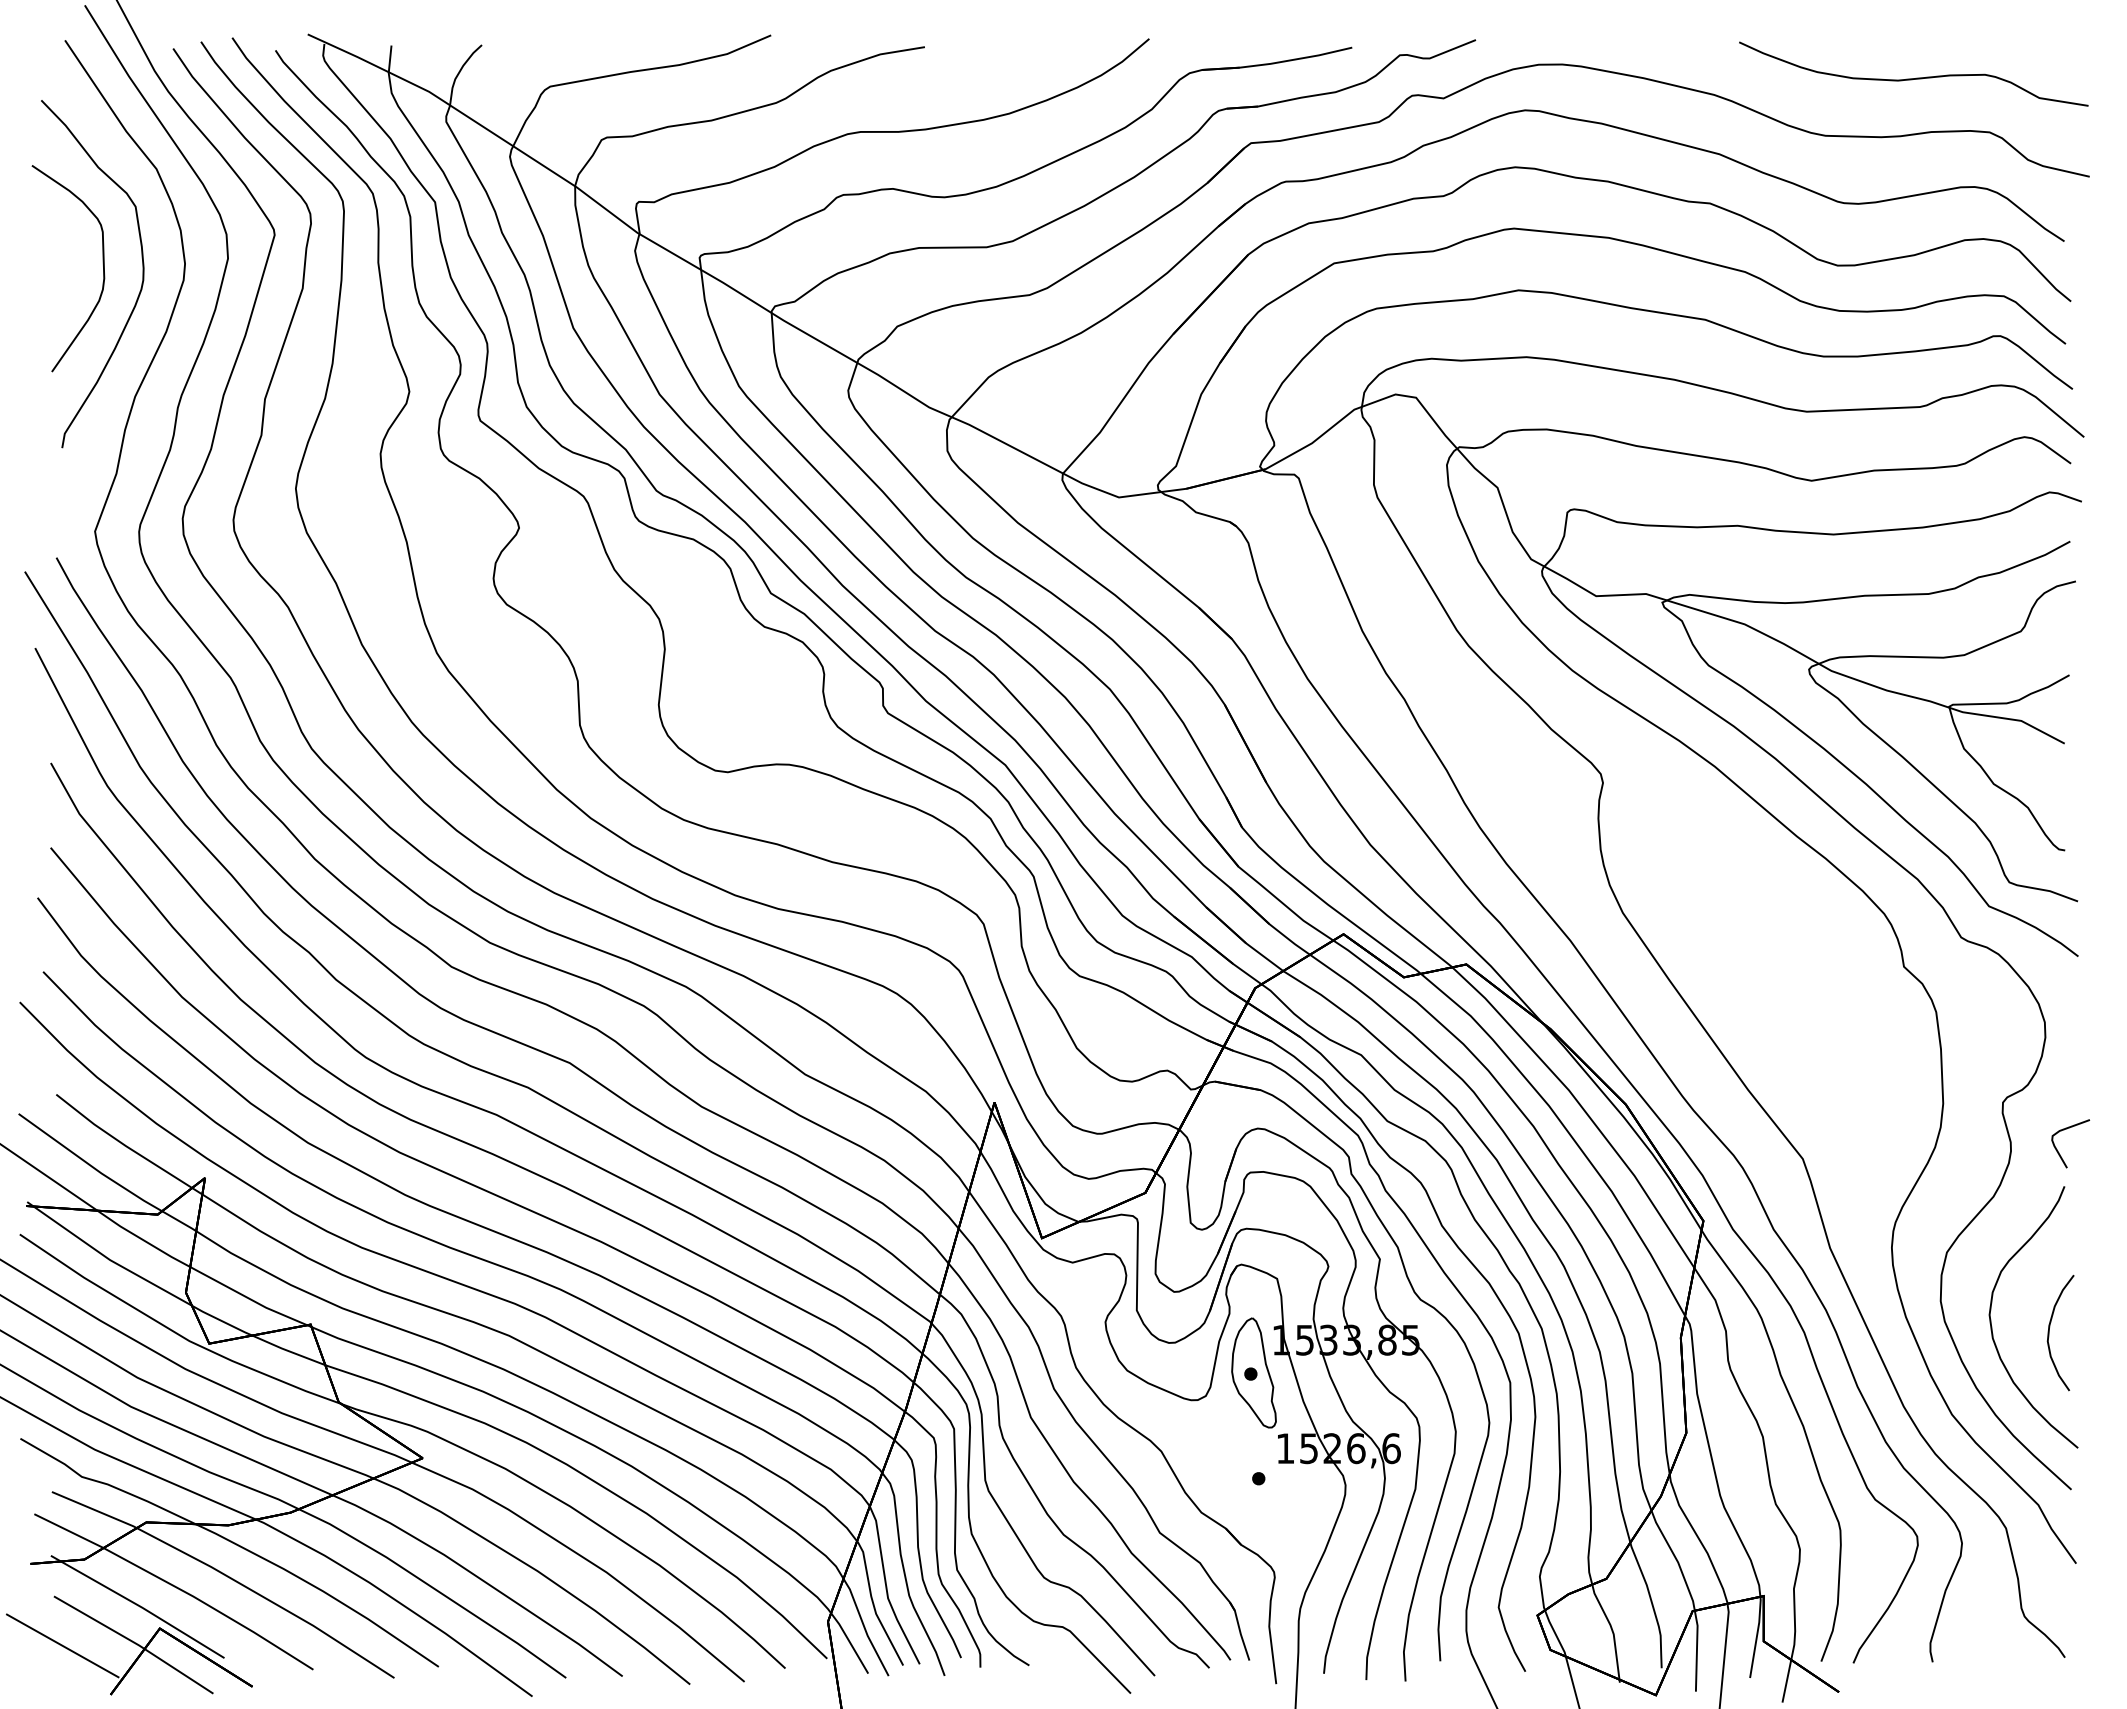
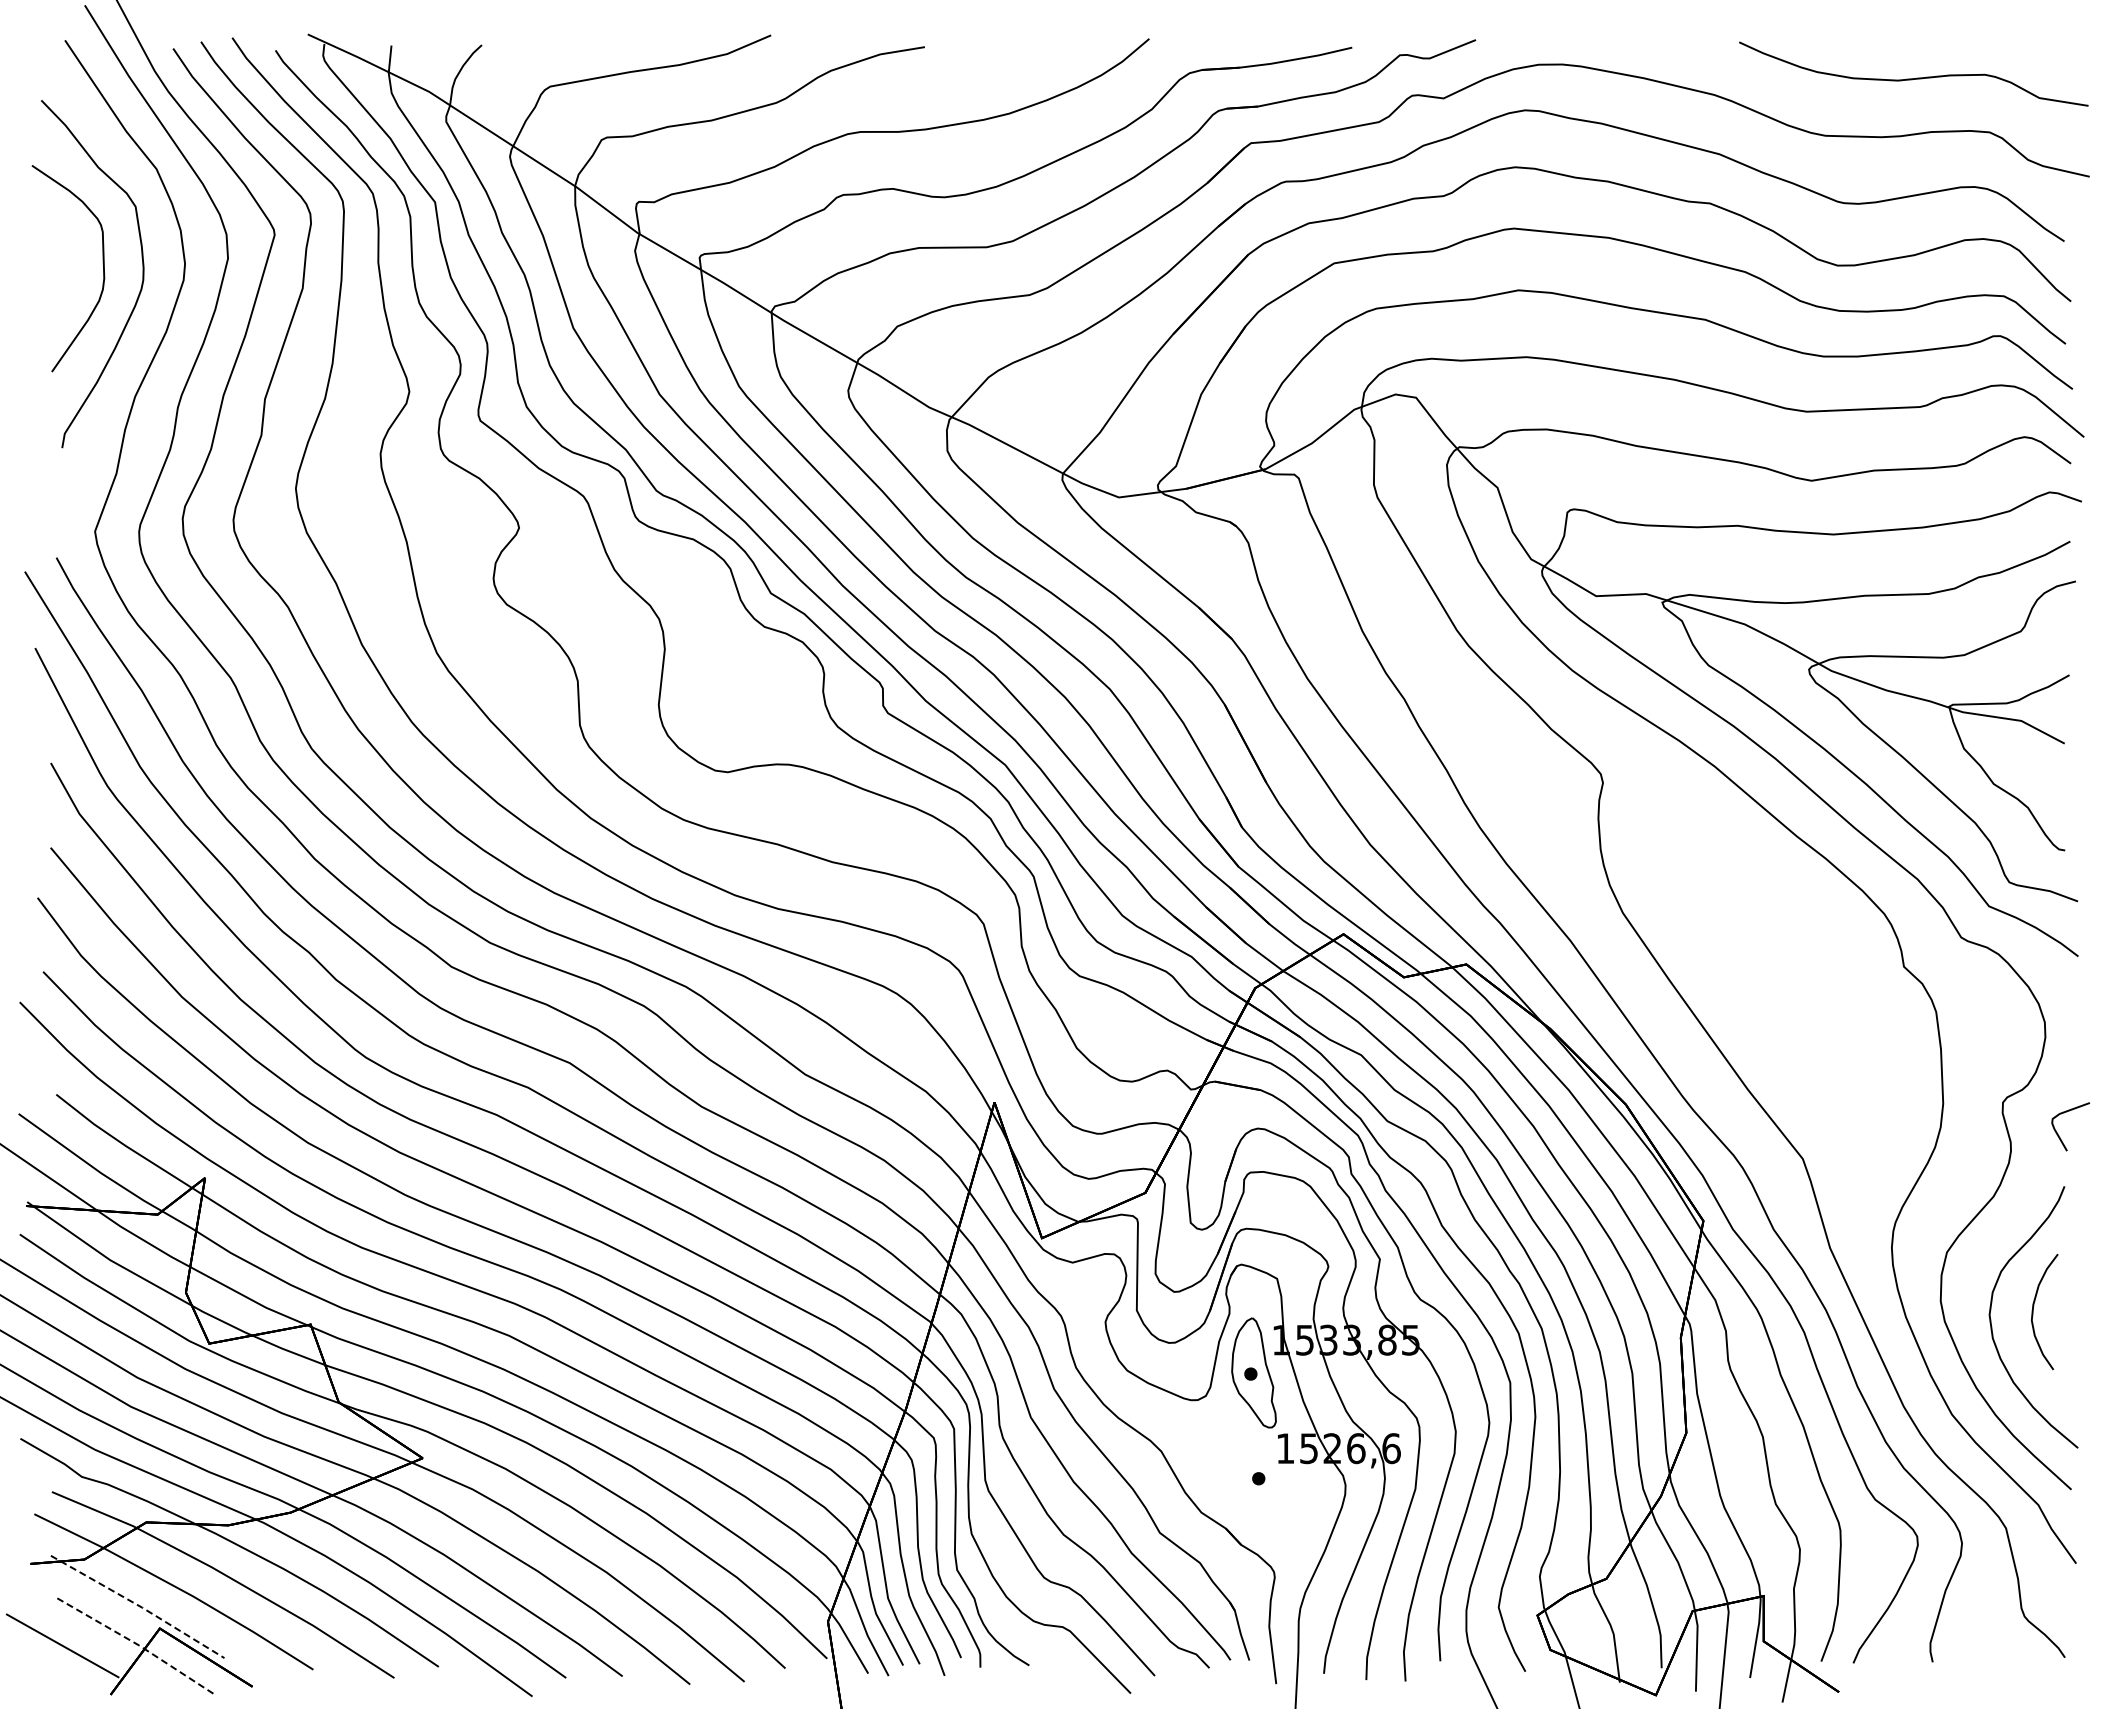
curve at (2059, 1152) position: (2059, 1152) -> (2059, 1135)
curve at (2049, 1332) position: (2049, 1332) -> (2033, 1311)
line at (139, 1605): solid -> dashed
line at (134, 1642): solid -> dashed
